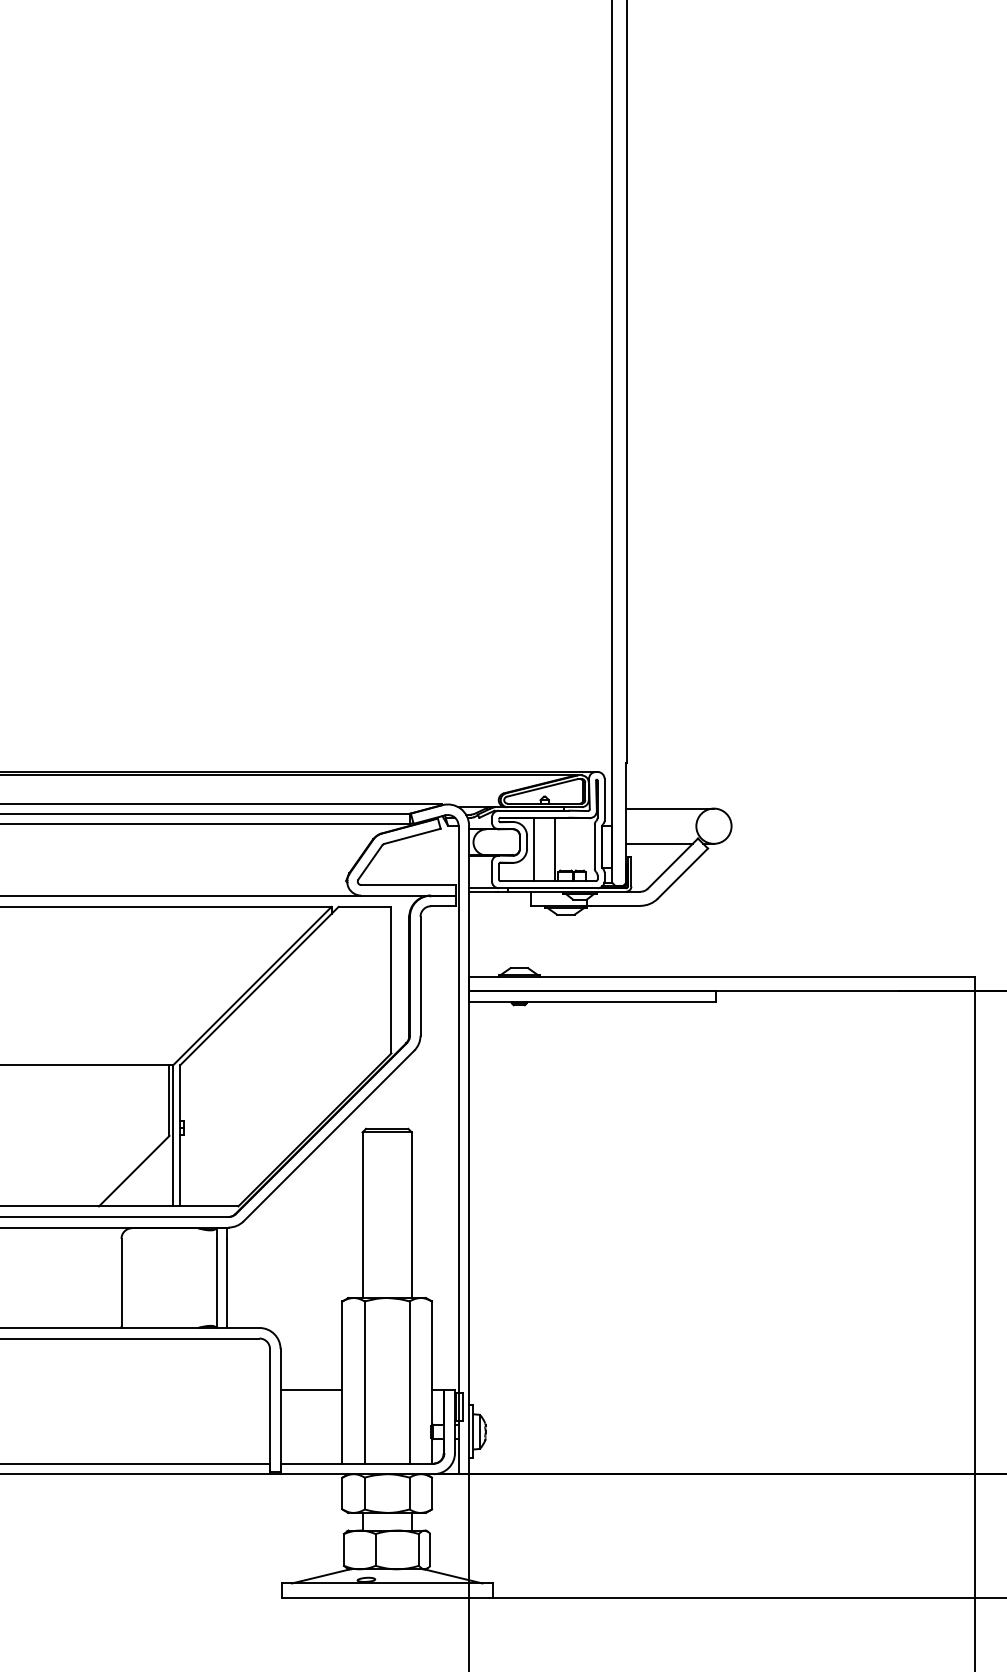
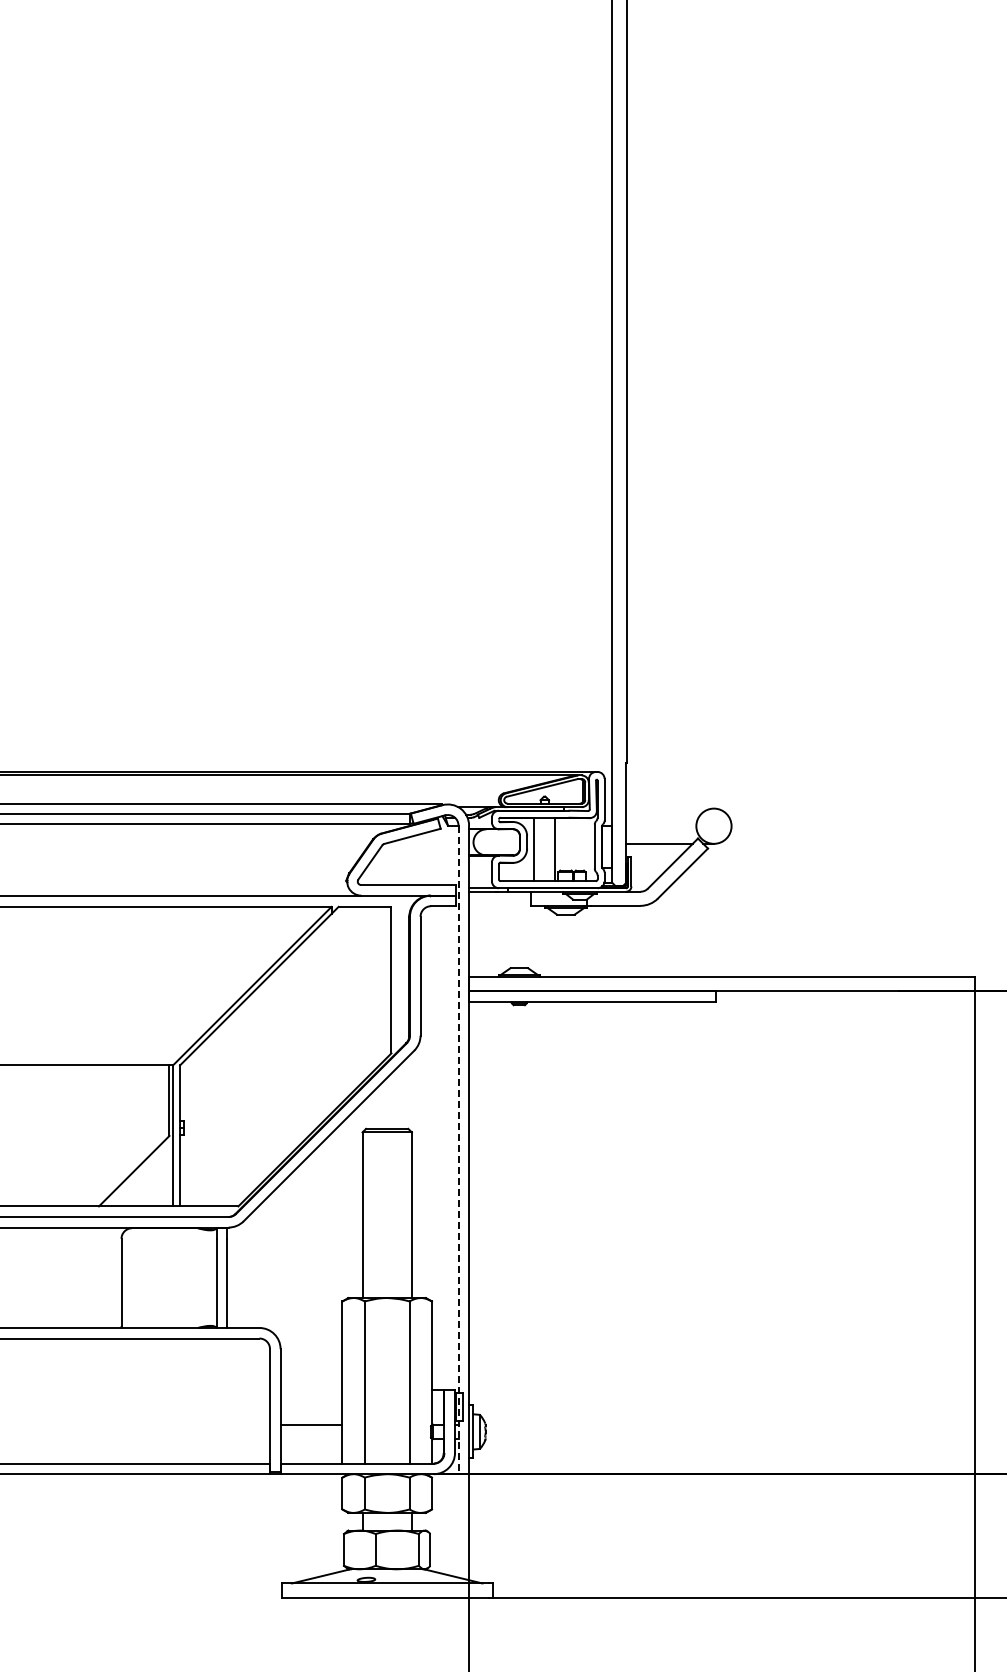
line at (669, 808): present -> none
line at (458, 1150): solid -> dashed
line at (311, 1389) position: (311, 1389) -> (311, 1424)
